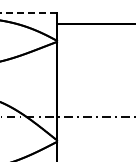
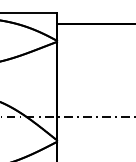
line at (29, 13): dashed -> solid
